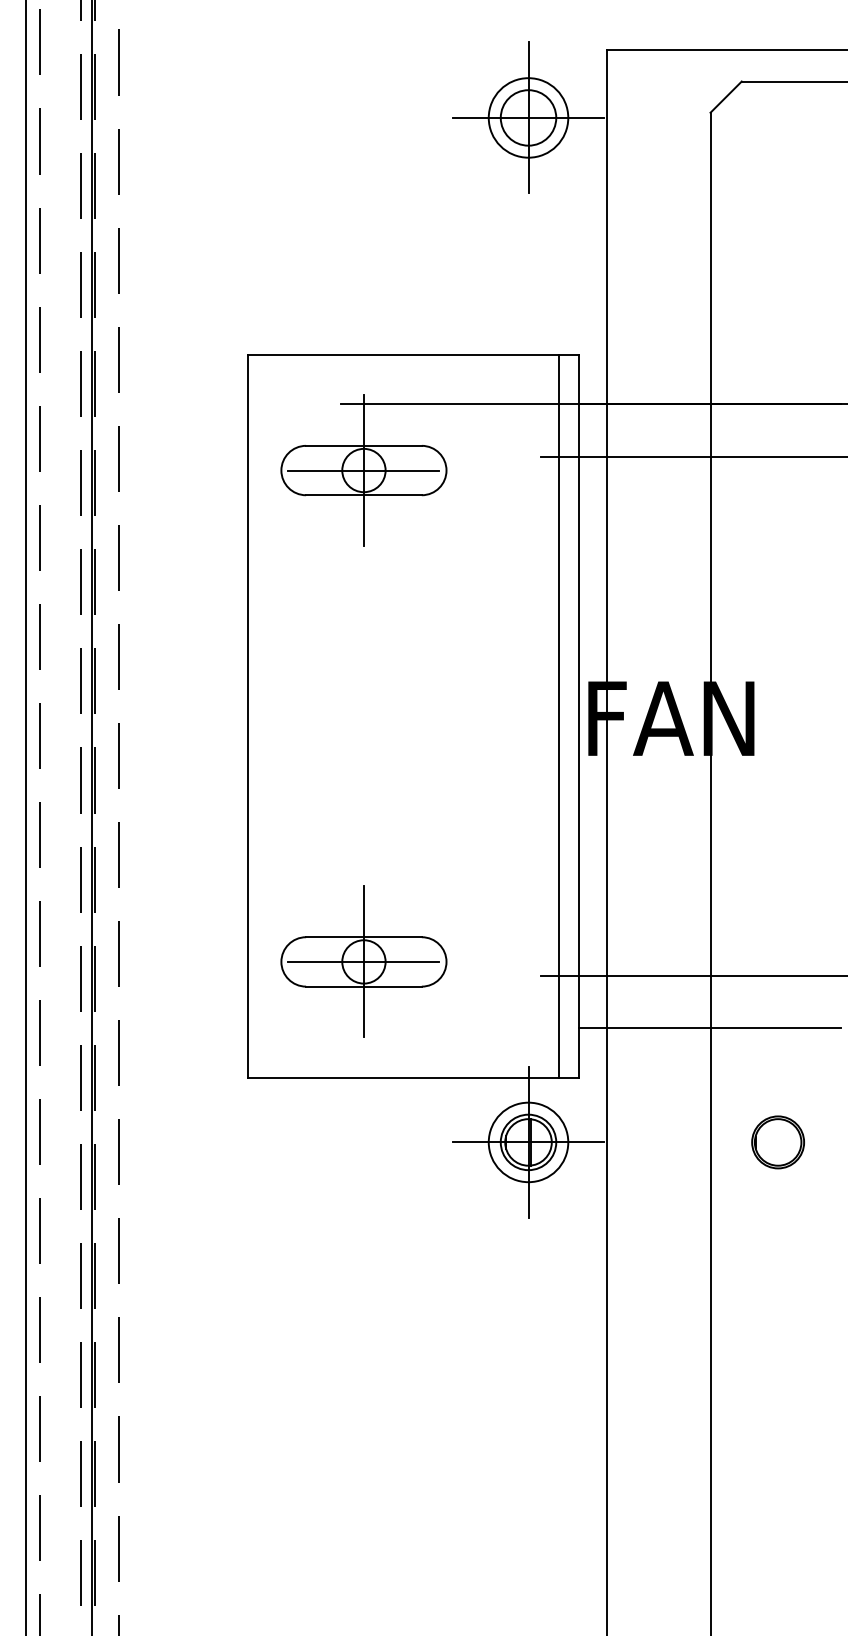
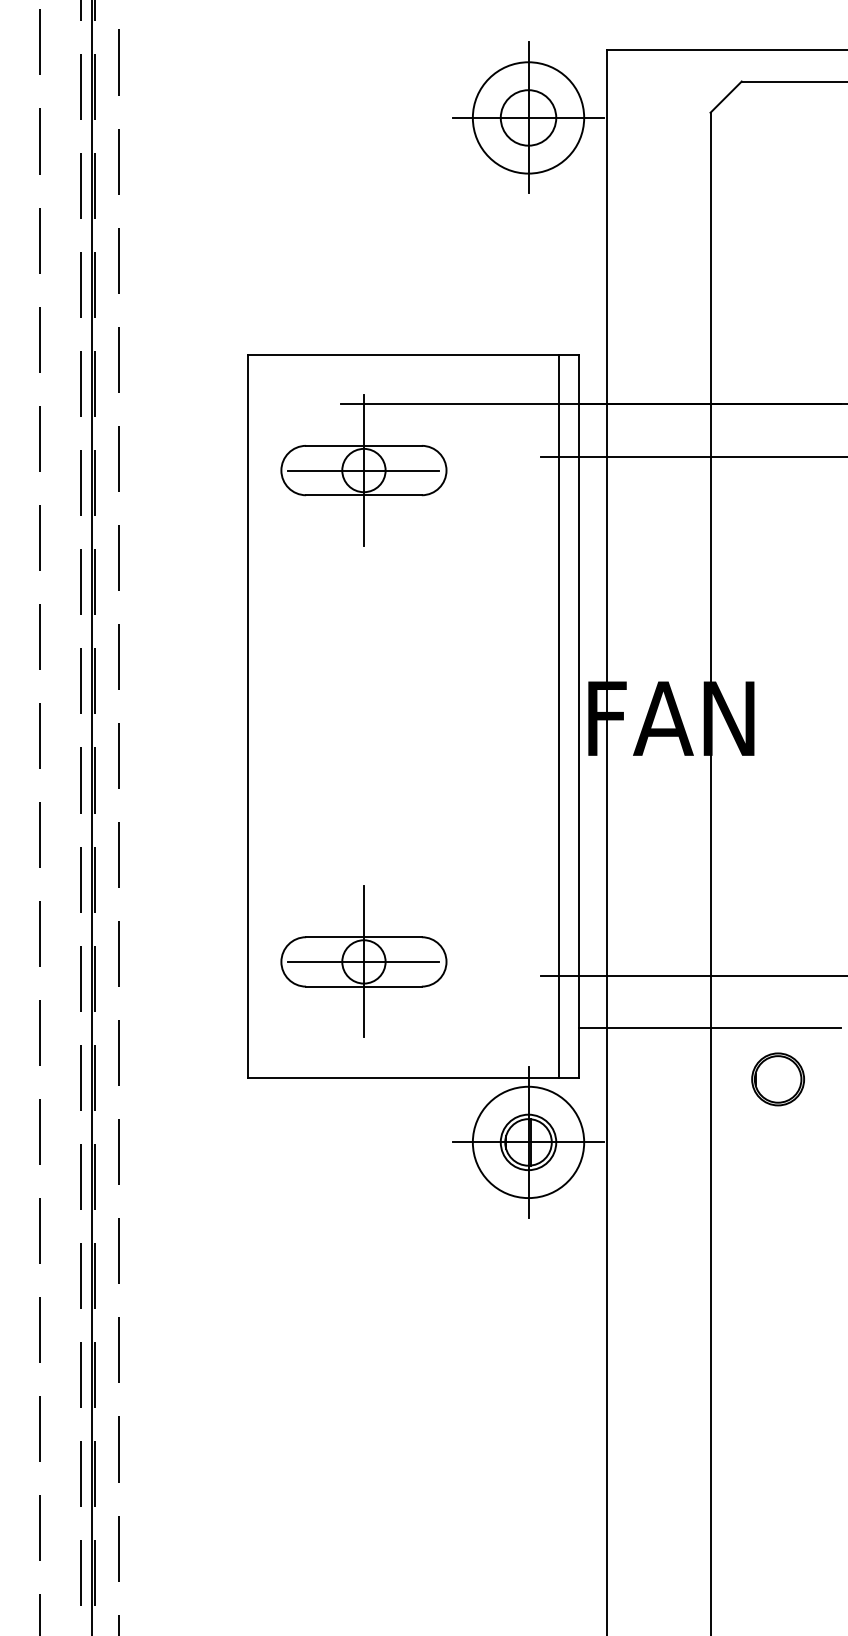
circle at (528, 117) diameter: 80 px -> 111 px
line at (25, 817): present -> none
circle at (528, 1142) diameter: 80 px -> 111 px
part at (777, 1142) position: (777, 1142) -> (777, 1079)
